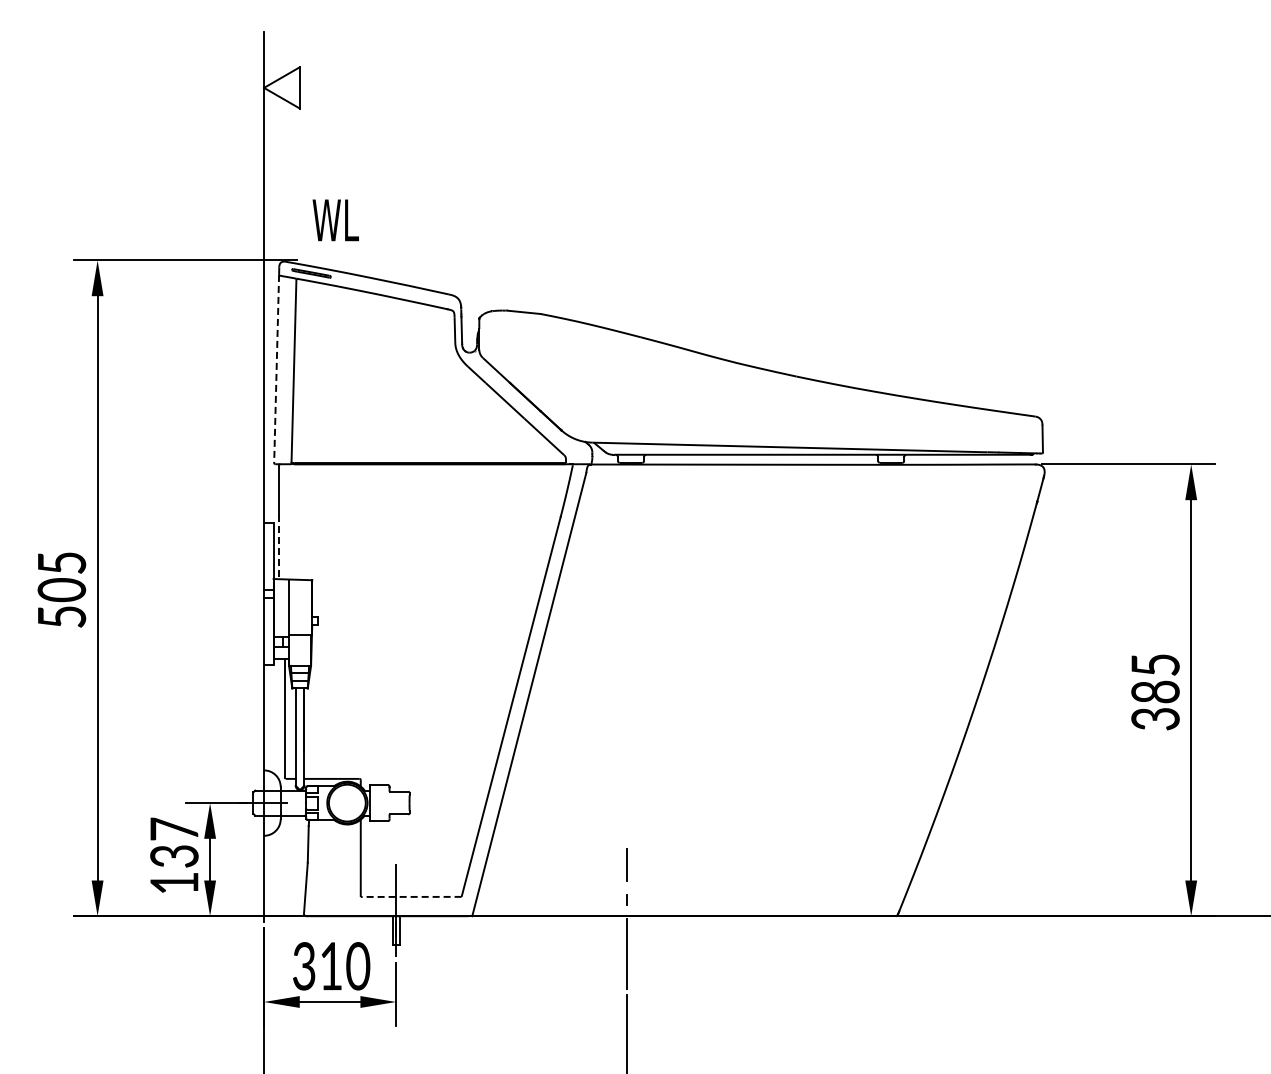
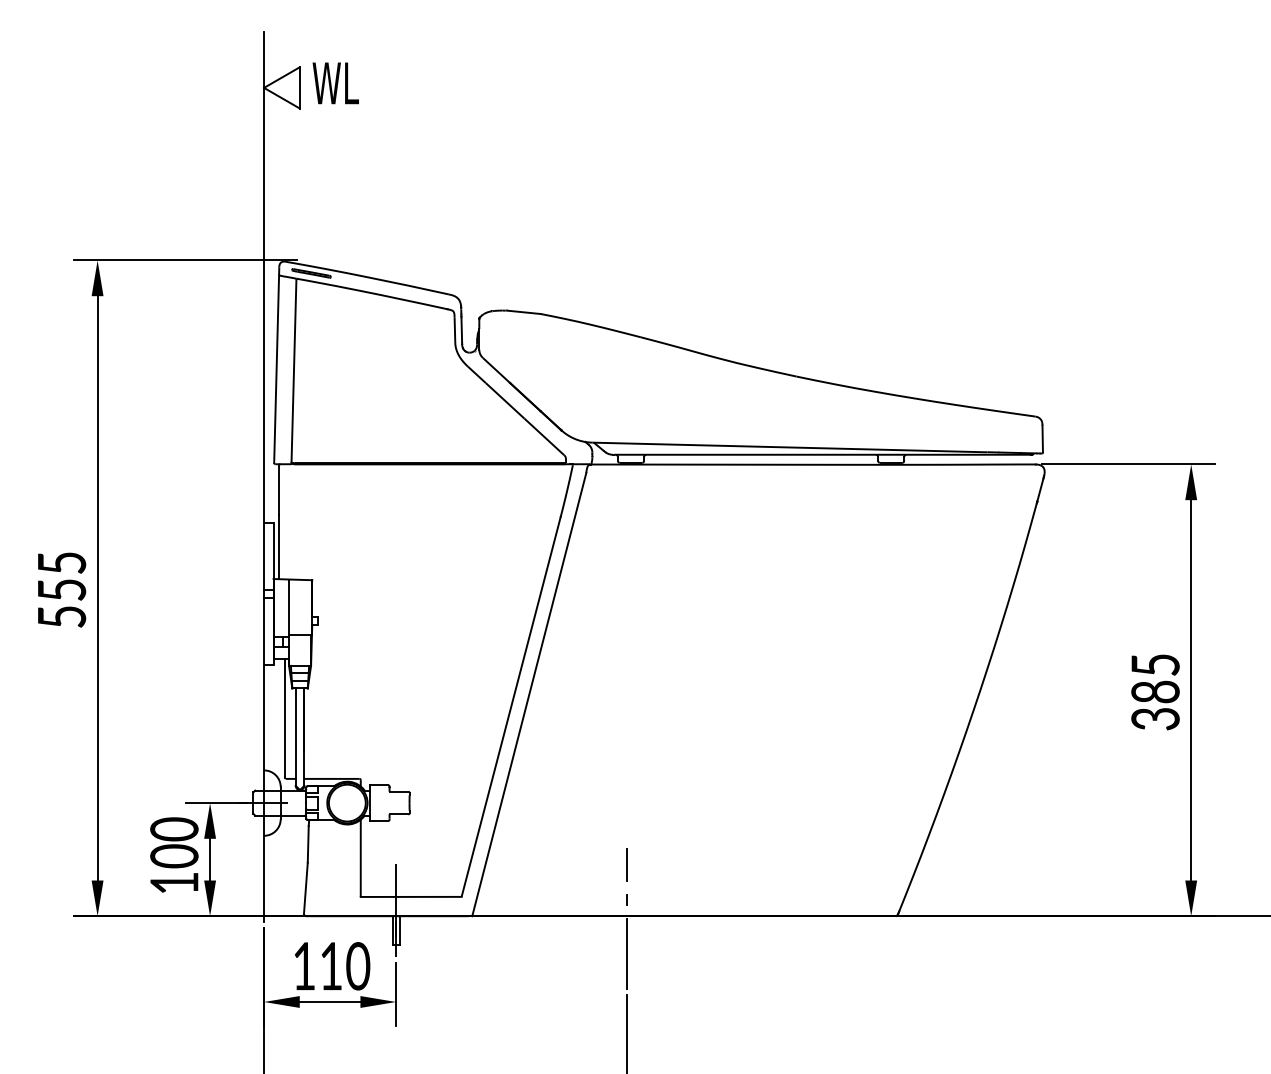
text at (335, 220) position: (335, 220) -> (335, 83)
line at (276, 369): dashed -> solid
line at (279, 547): dashed -> solid
text at (61, 590): 505 -> 555
text at (174, 842): 137 -> 100
line at (410, 896): dashed -> solid
text at (304, 966): 310 -> 110
